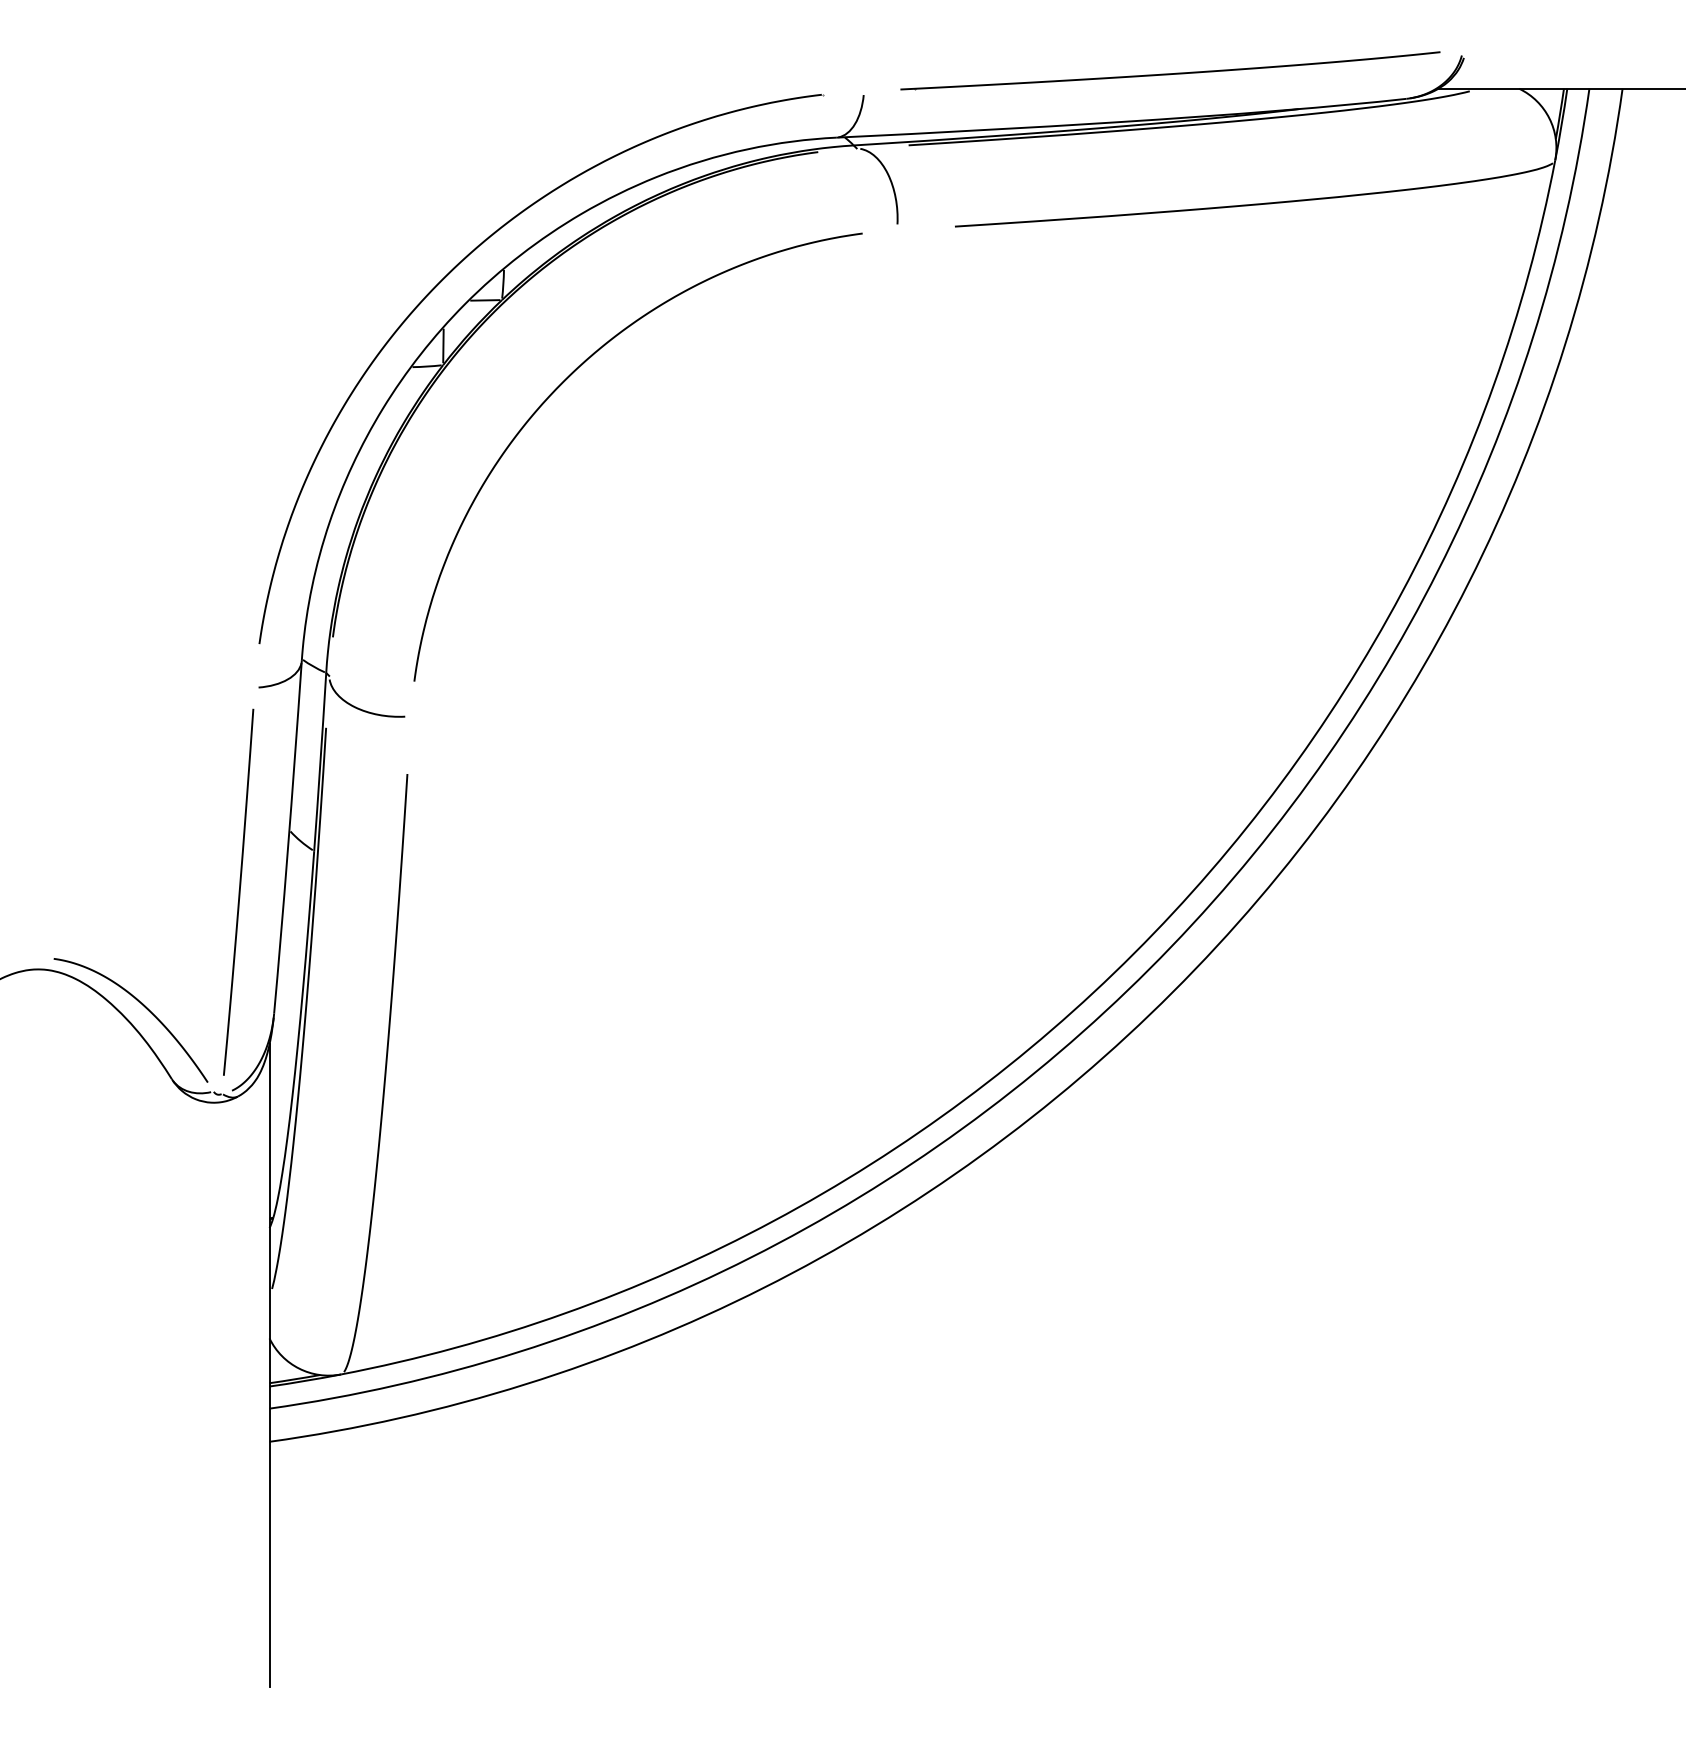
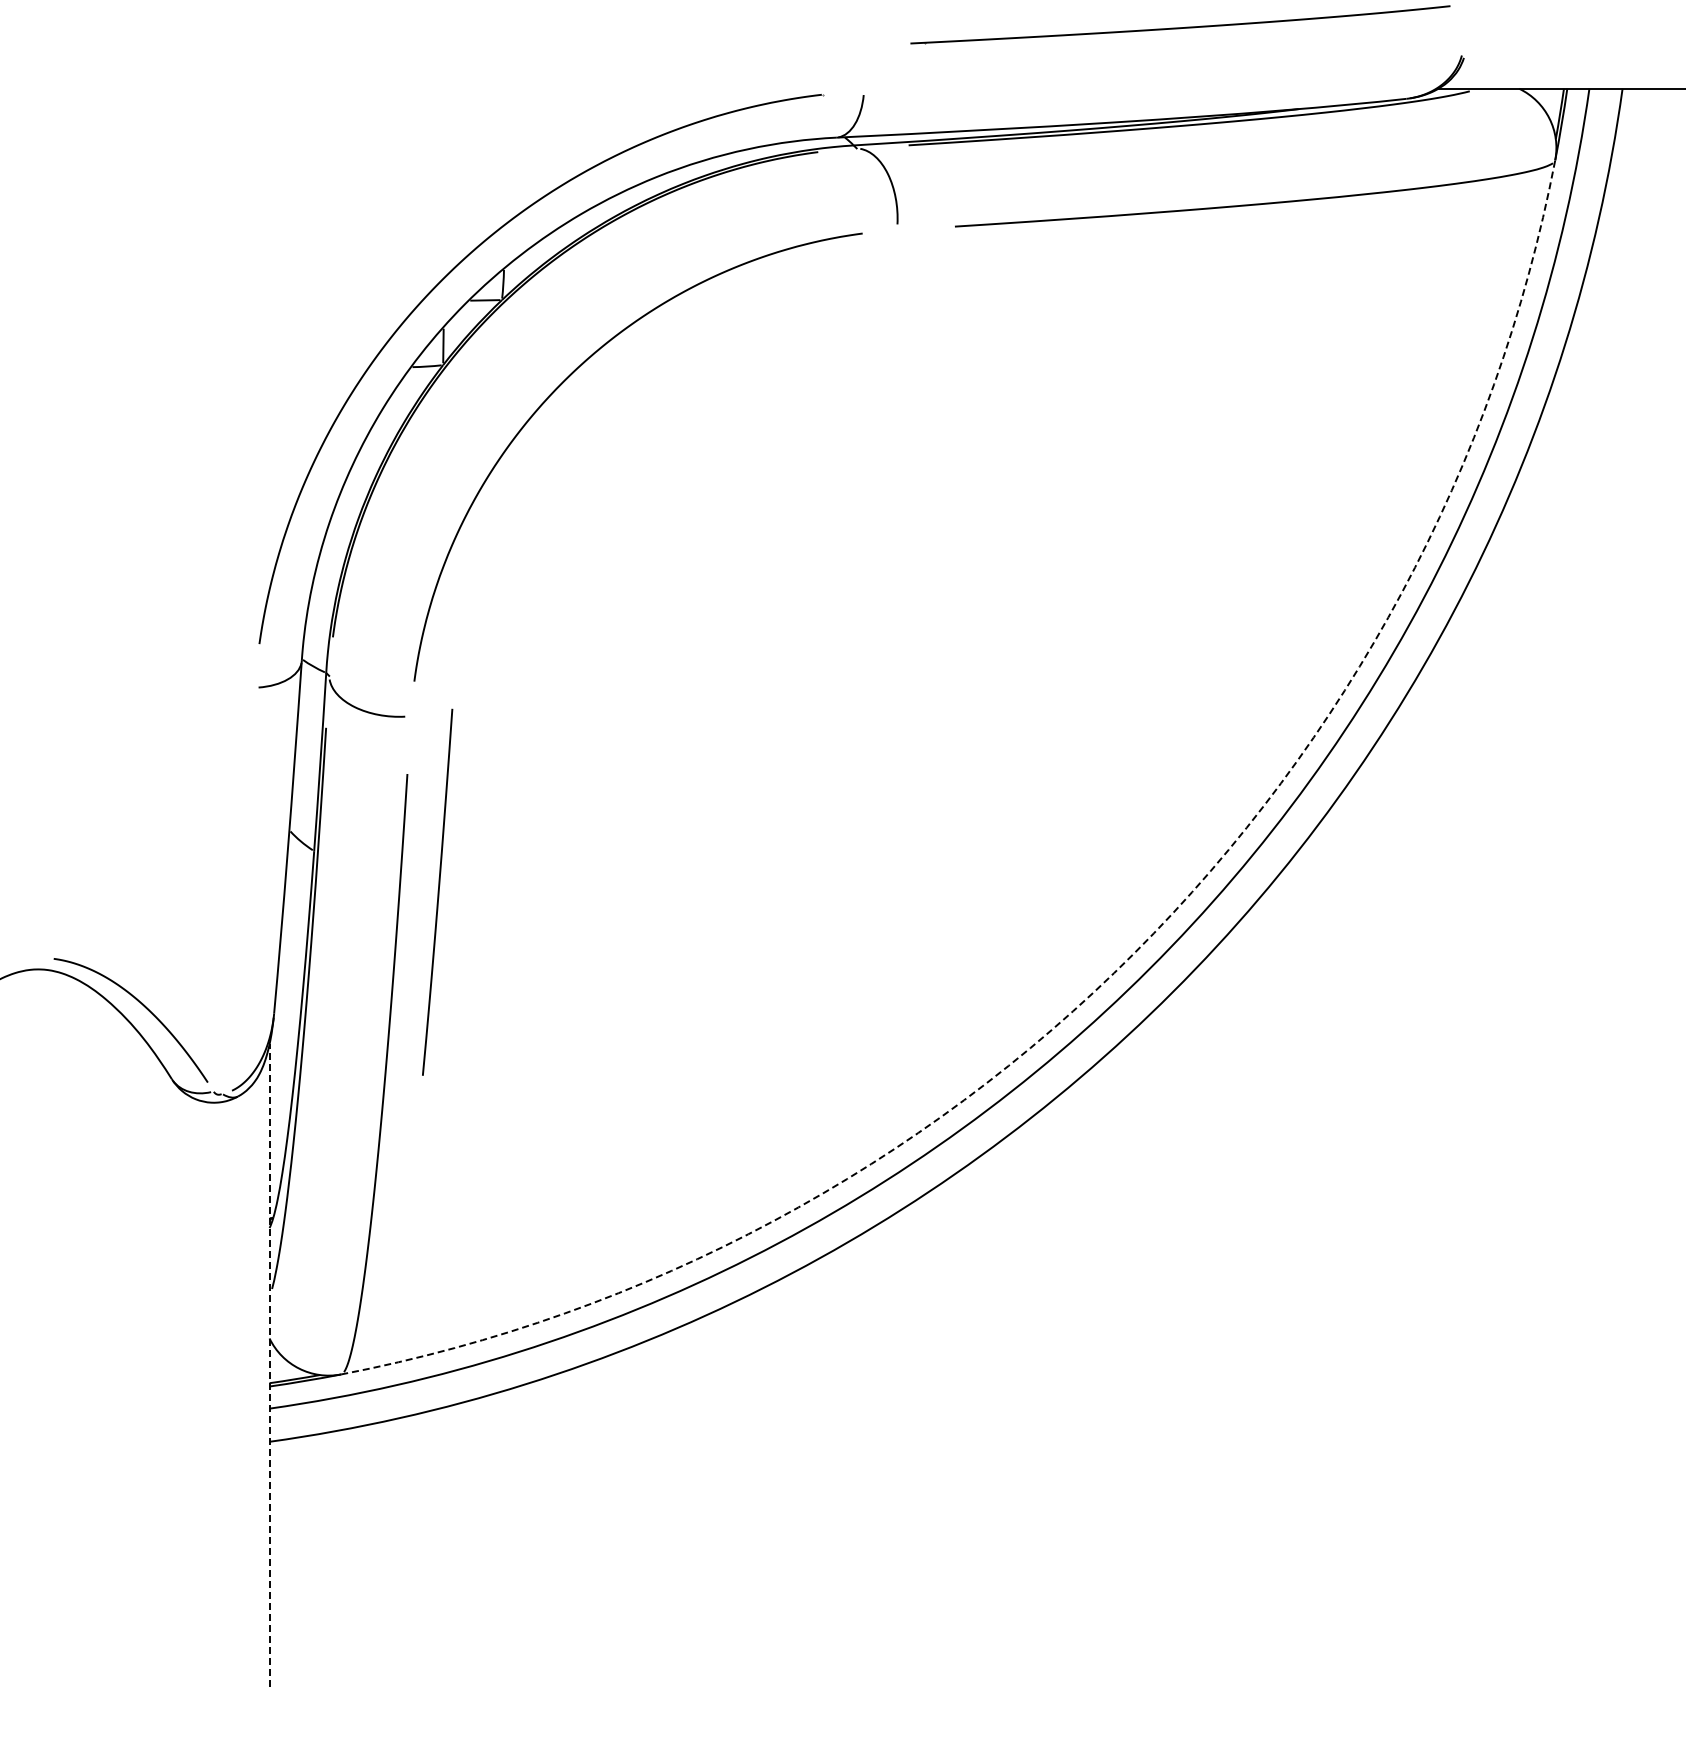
part at (1170, 70) position: (1170, 70) -> (1180, 24)
curve at (238, 891) position: (238, 891) -> (437, 891)
arc at (1134, 953): solid -> dashed
line at (269, 1365): solid -> dashed
